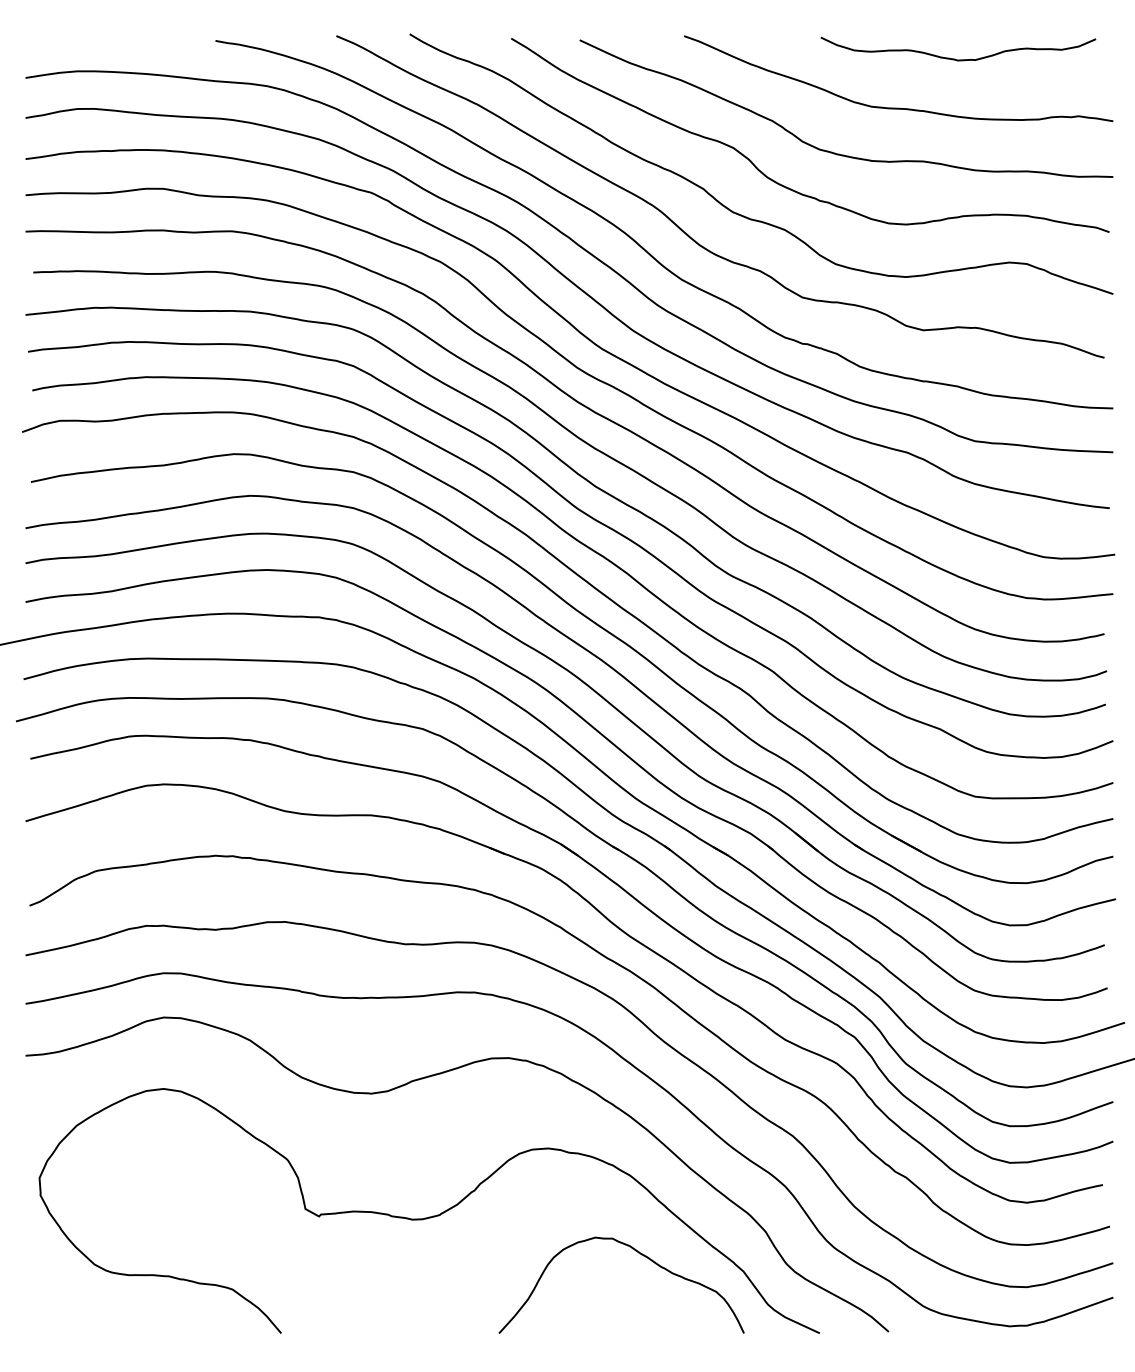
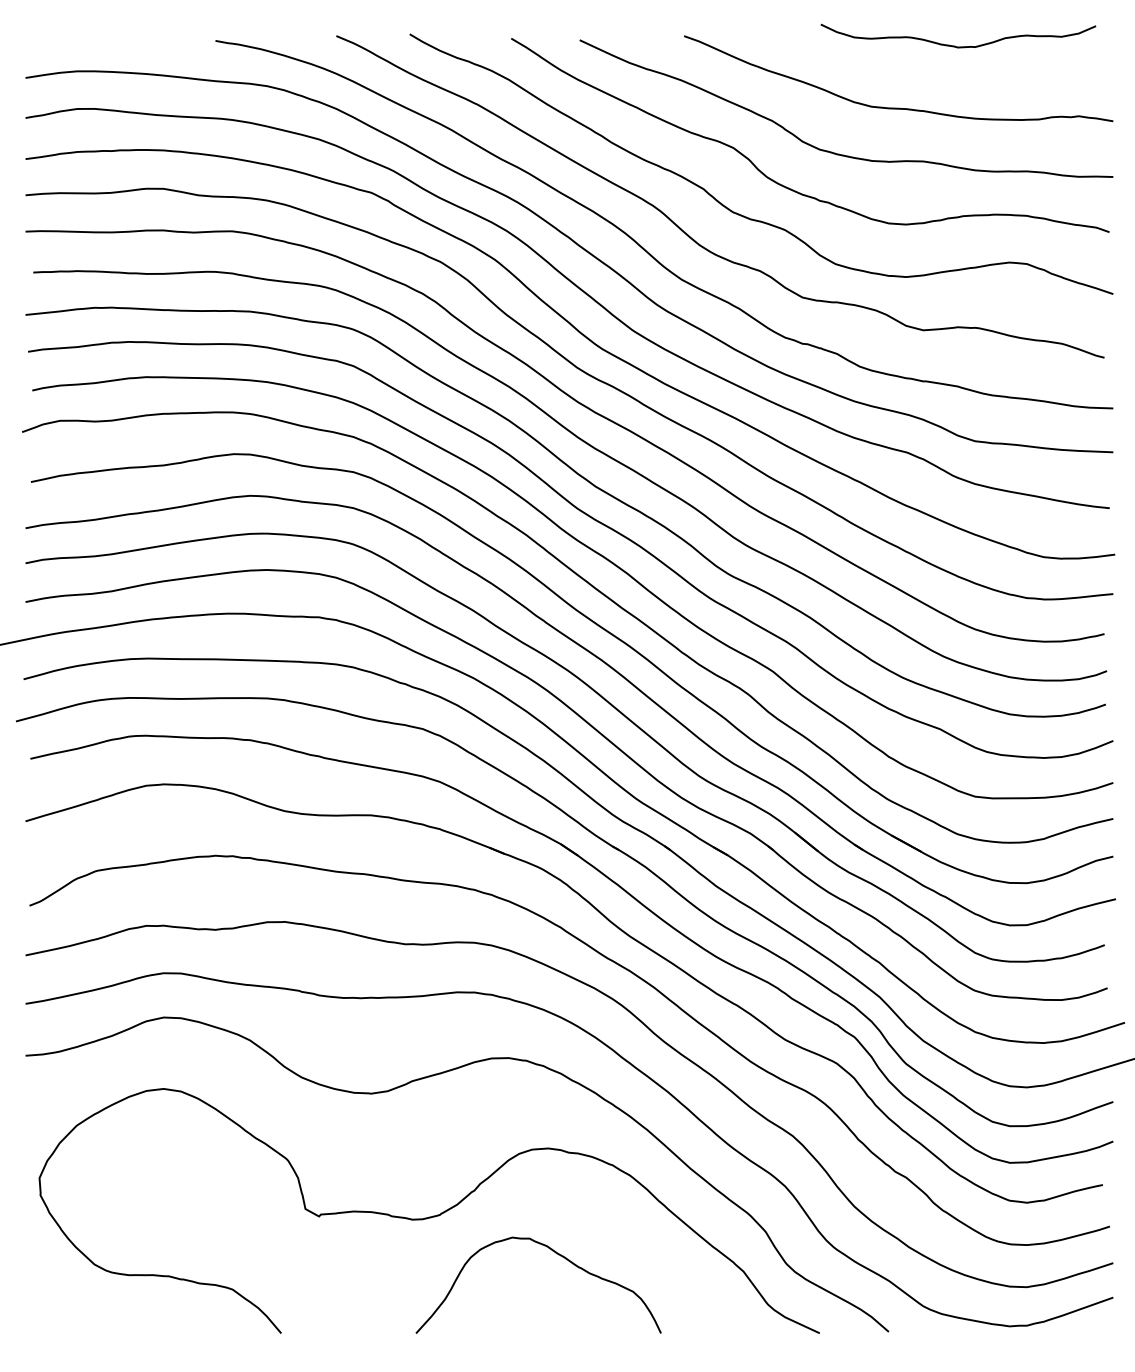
curve at (955, 58) position: (955, 58) -> (955, 45)
curve at (641, 1255) position: (641, 1255) -> (558, 1255)
